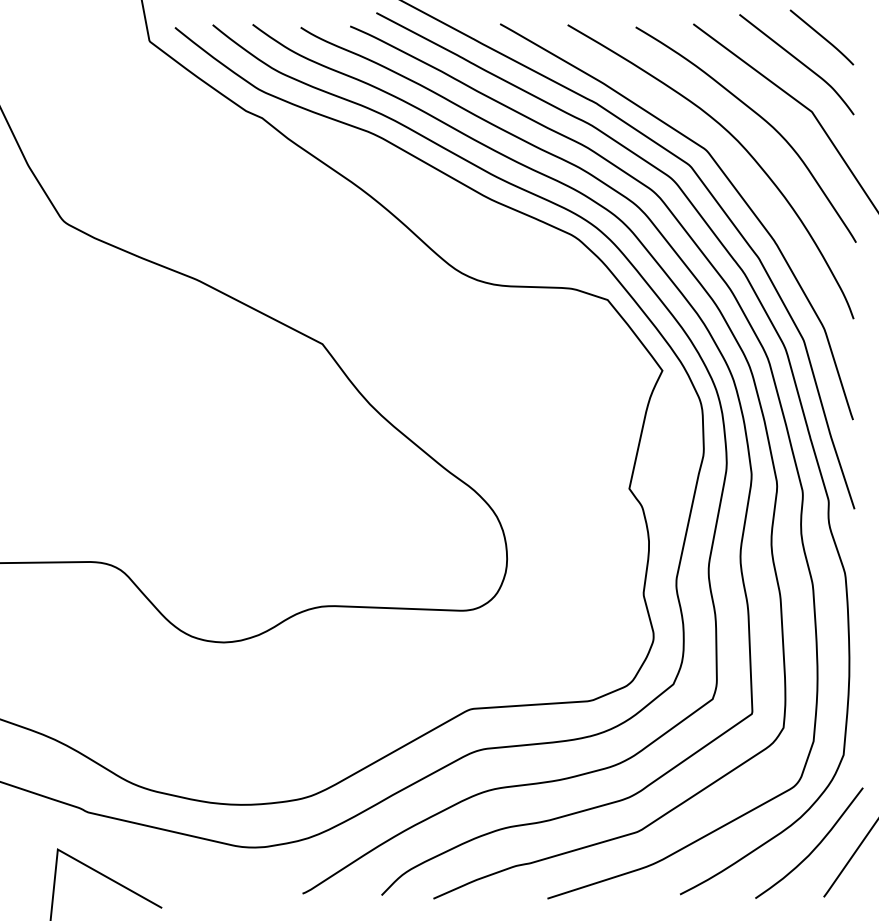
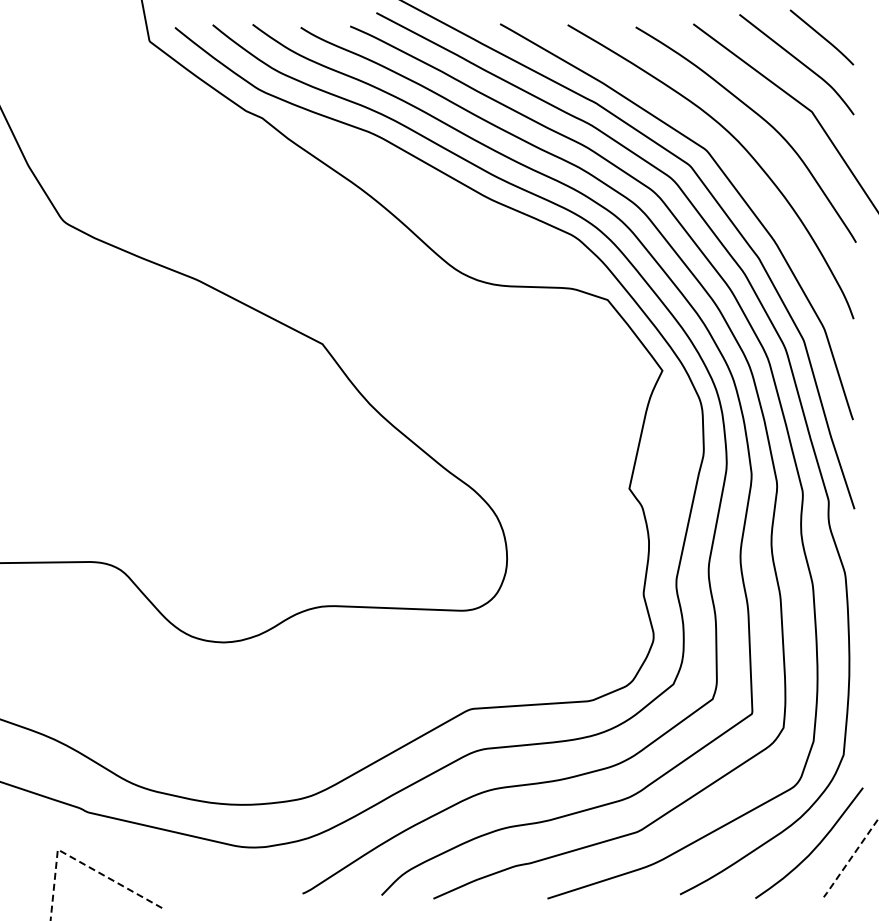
line at (851, 858): solid -> dashed
line at (77, 860): solid -> dashed
